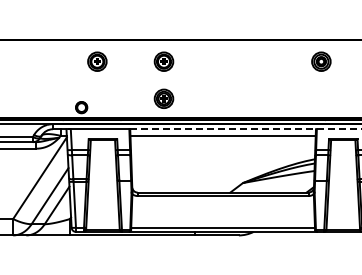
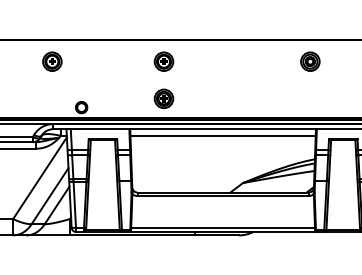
part at (97, 61) position: (97, 61) -> (52, 61)
part at (321, 61) position: (321, 61) -> (310, 61)
line at (245, 129): dashed -> solid
